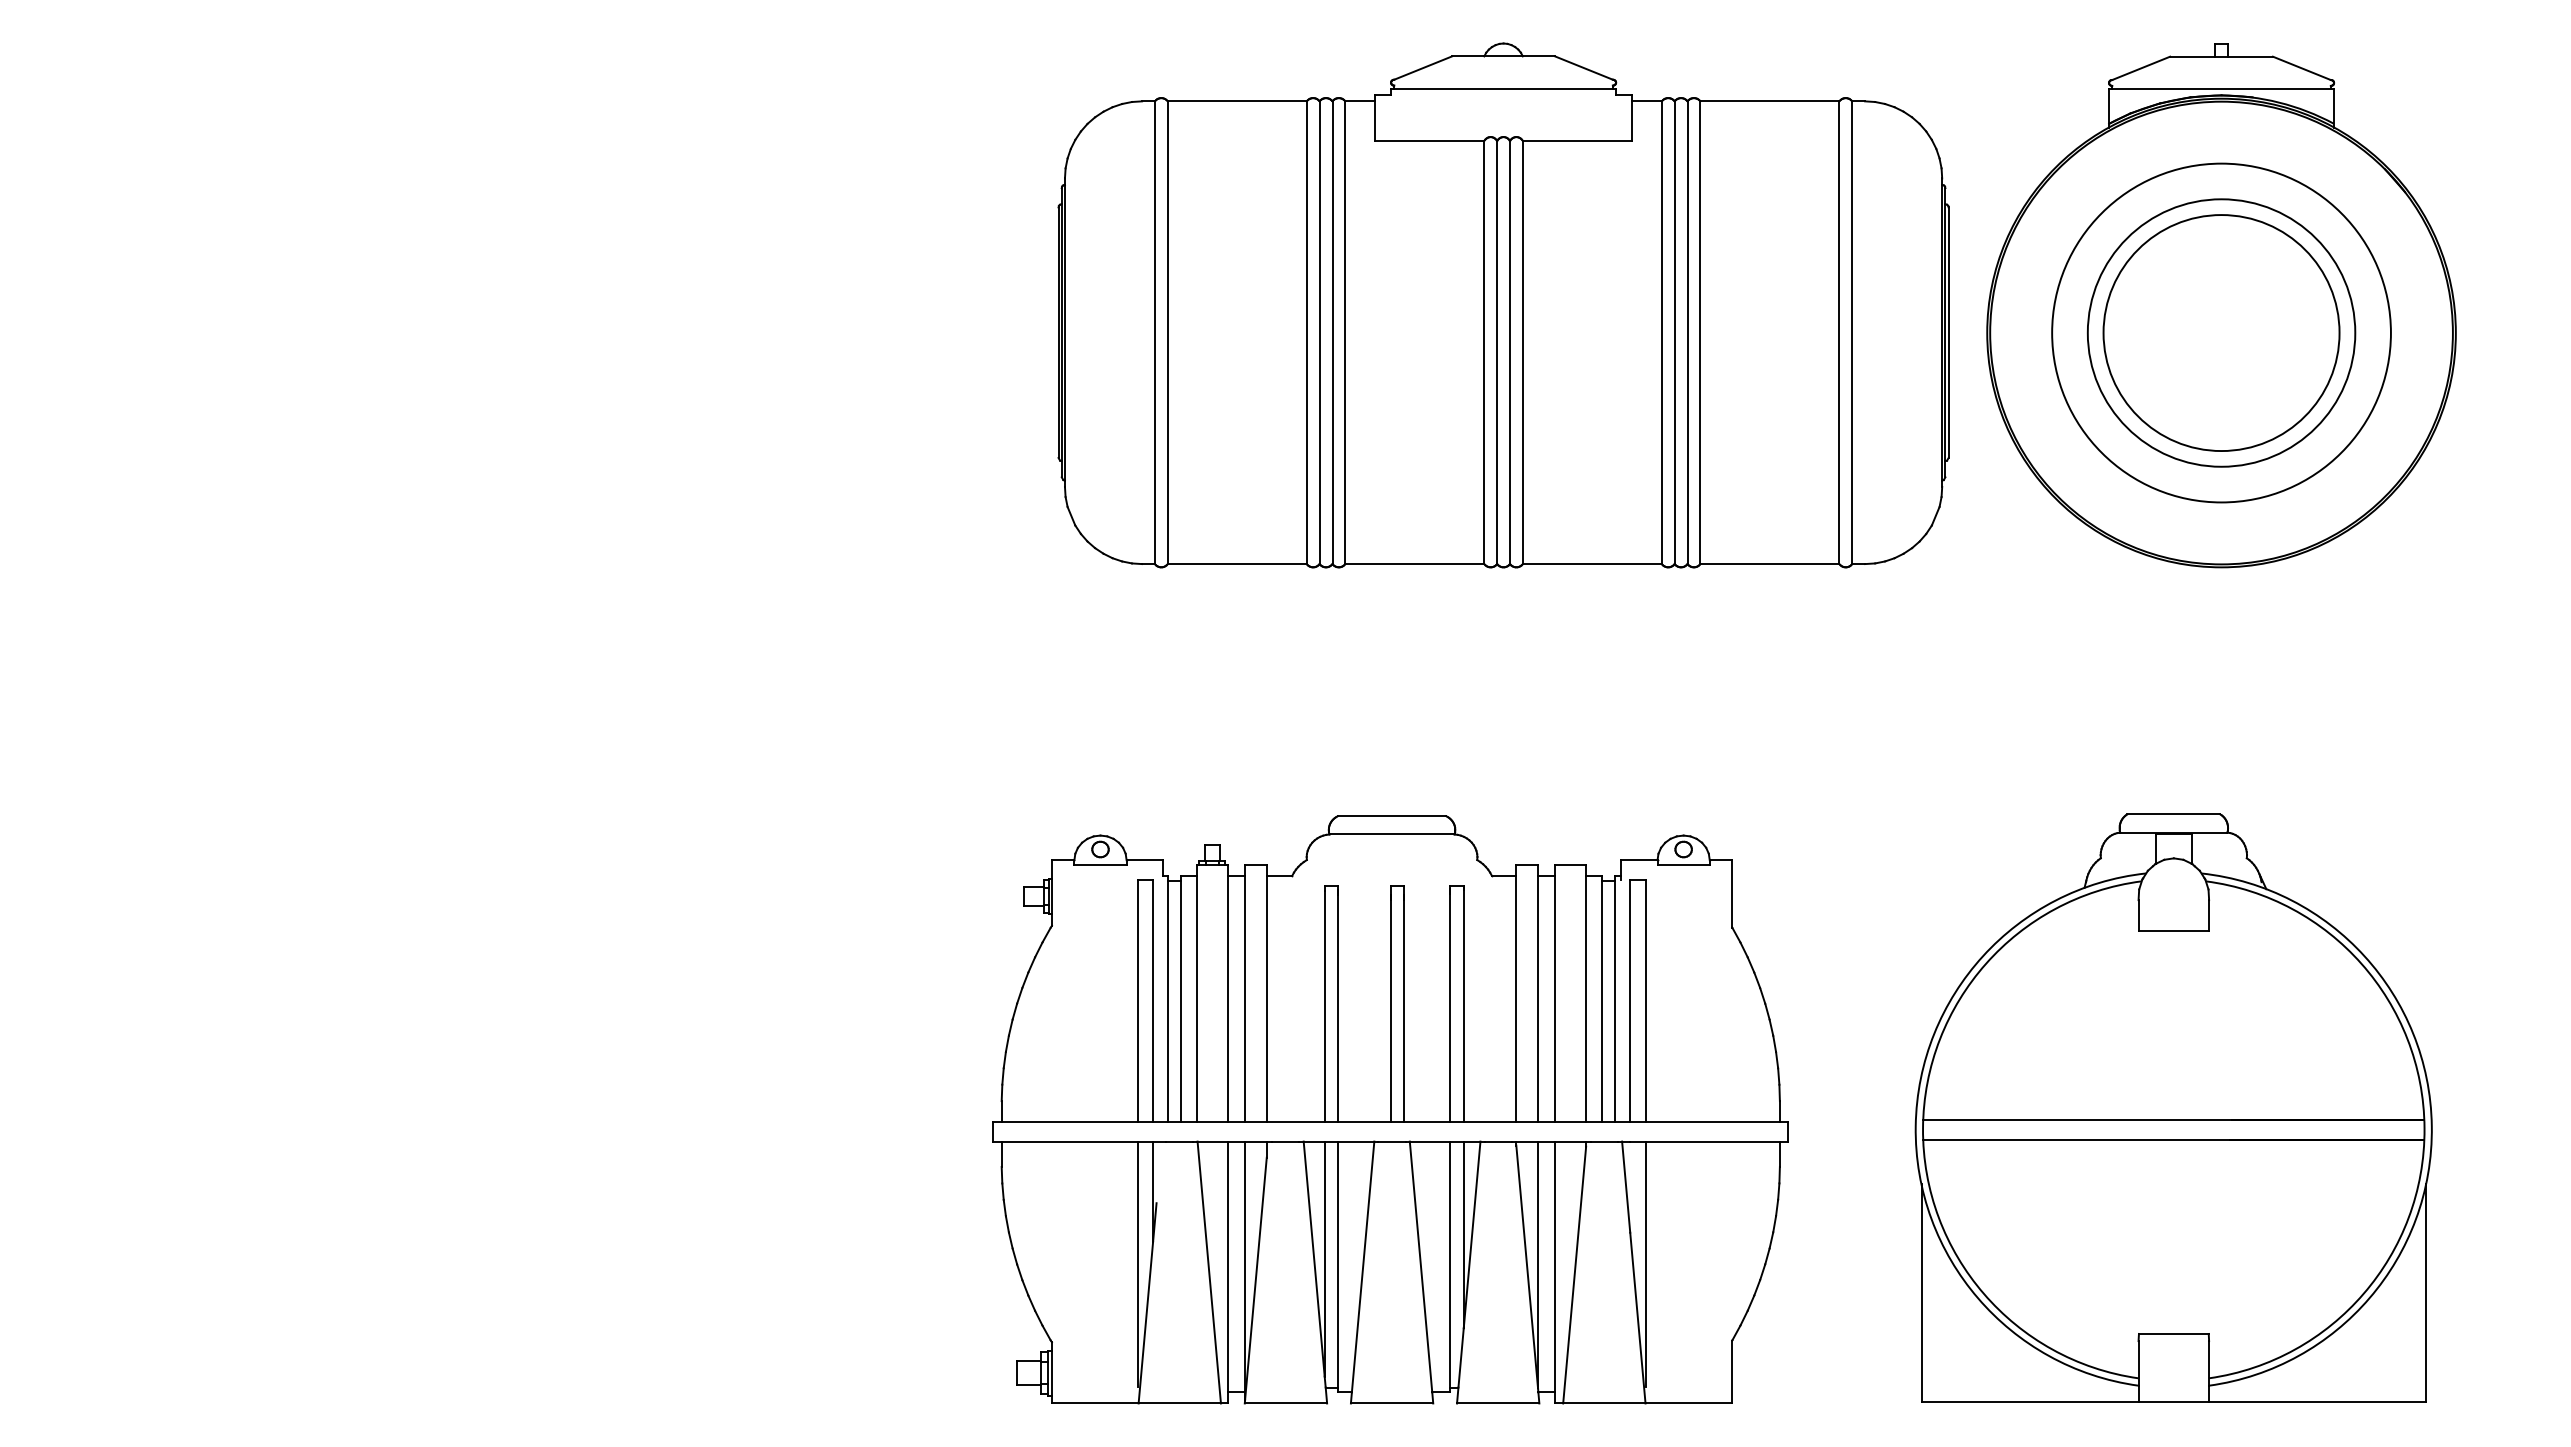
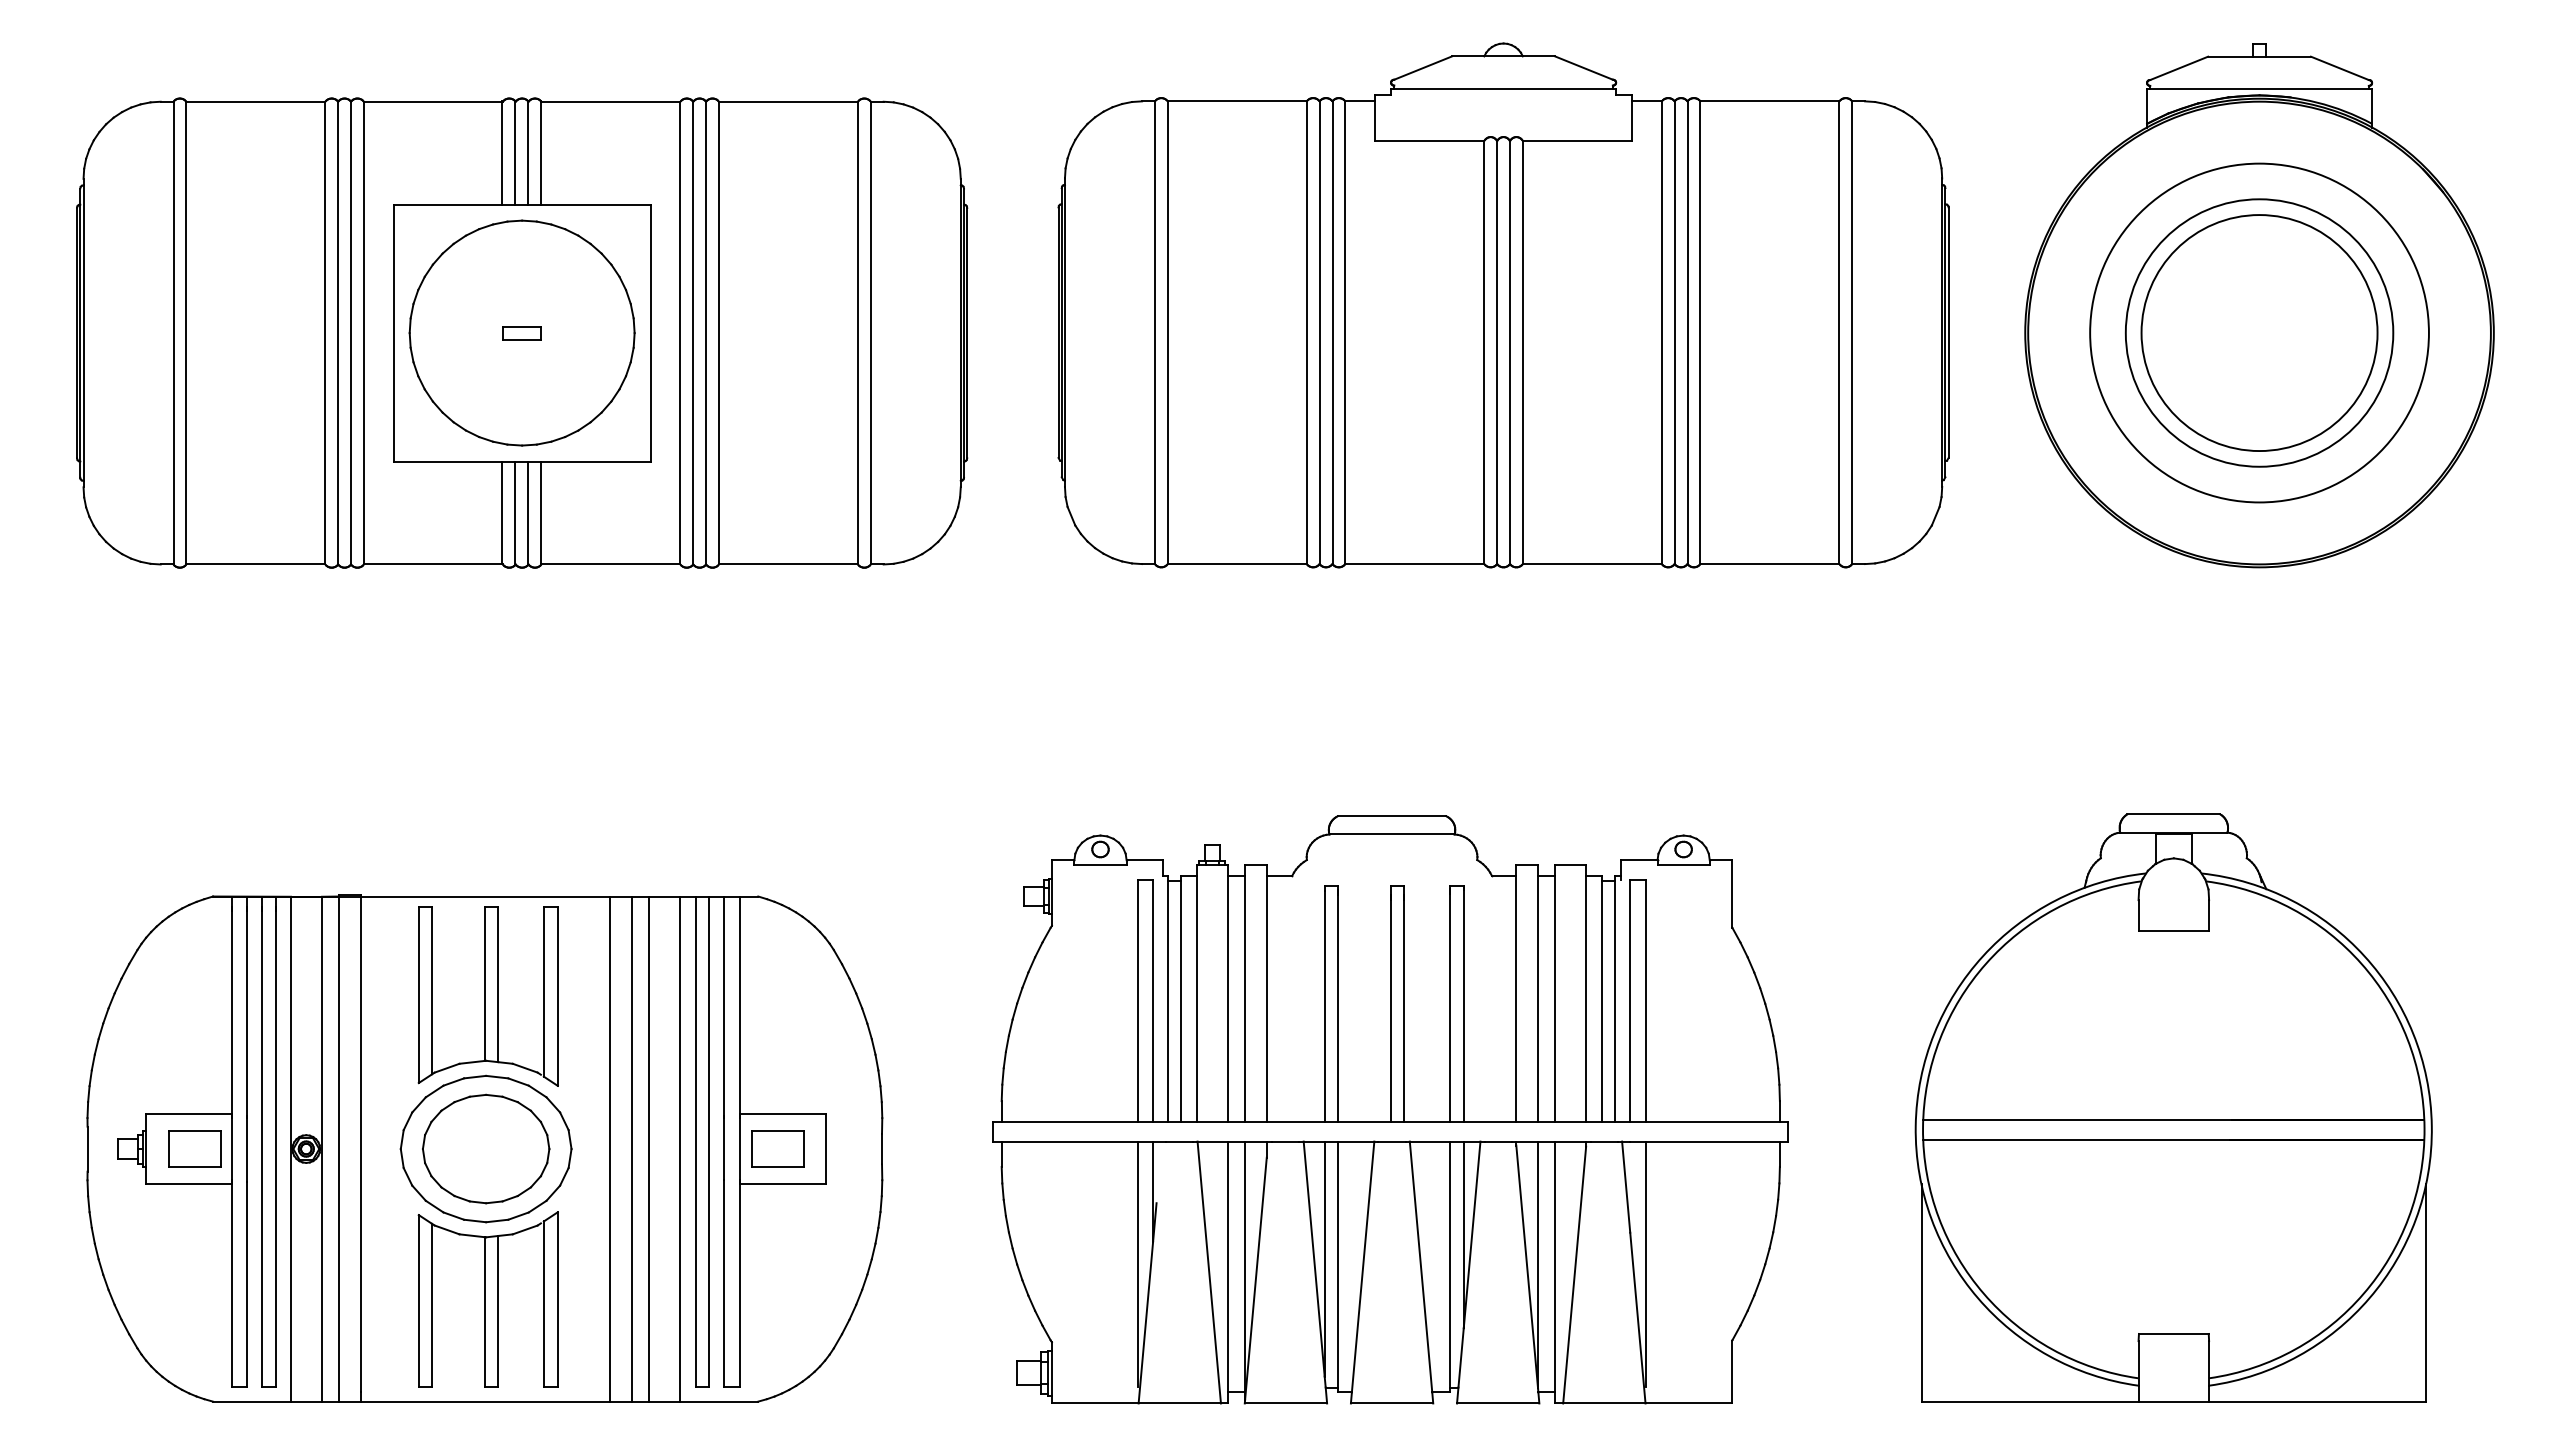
part at (2221, 305) position: (2221, 305) -> (2259, 305)
part at (522, 332): none -> present
part at (484, 1148): none -> present
